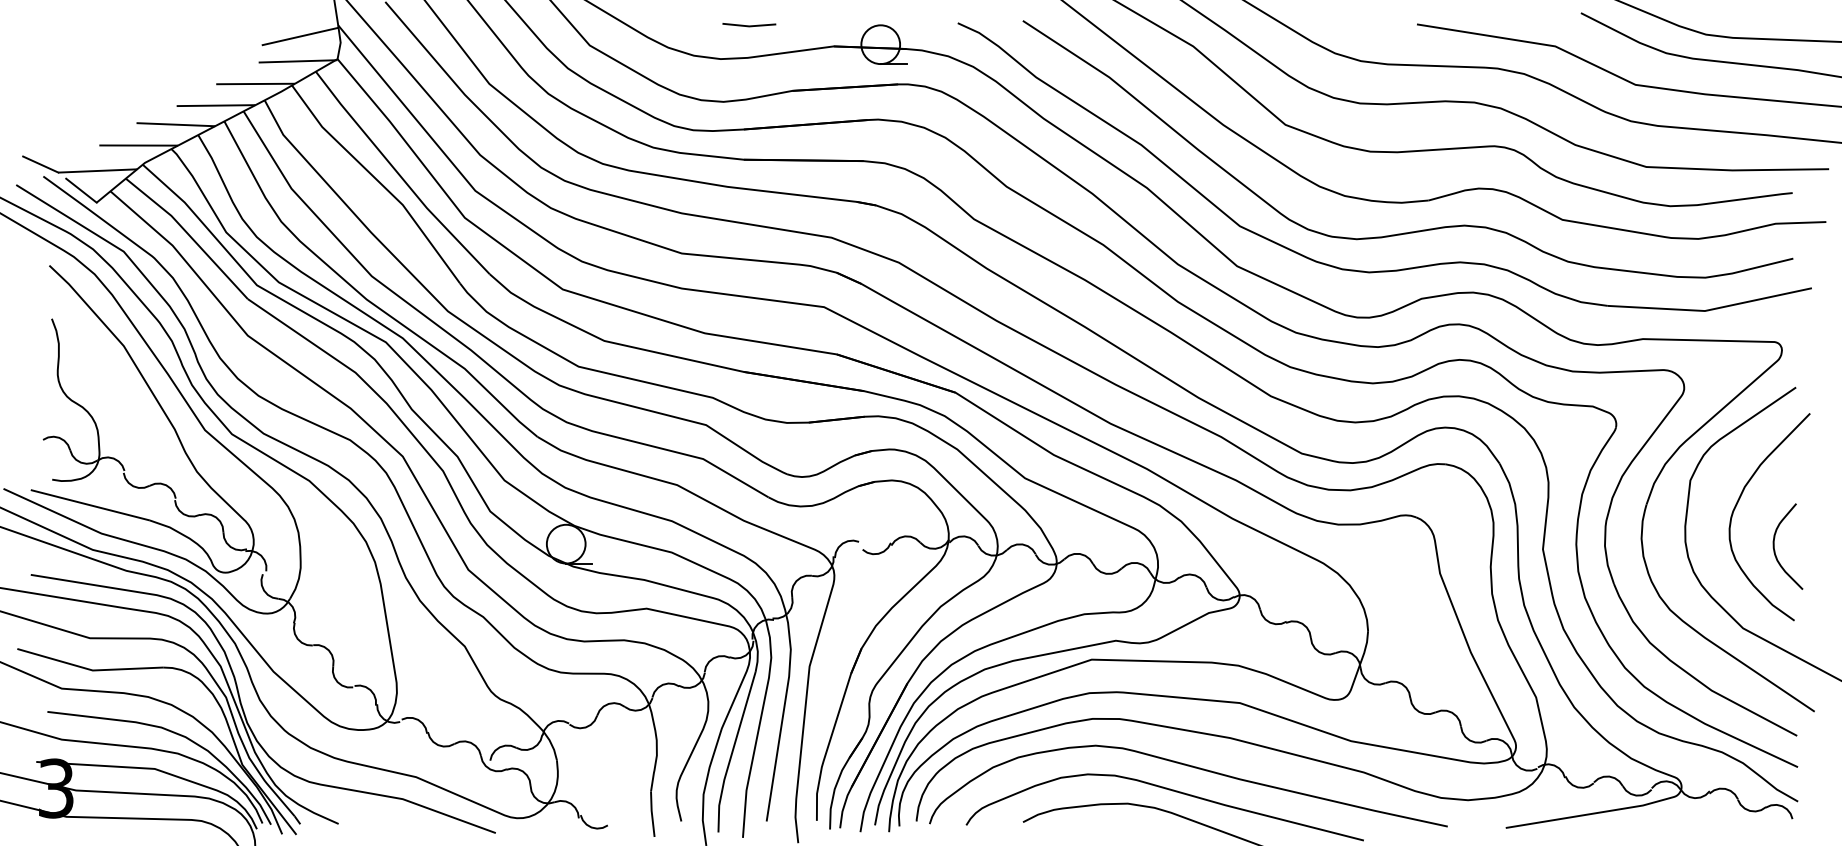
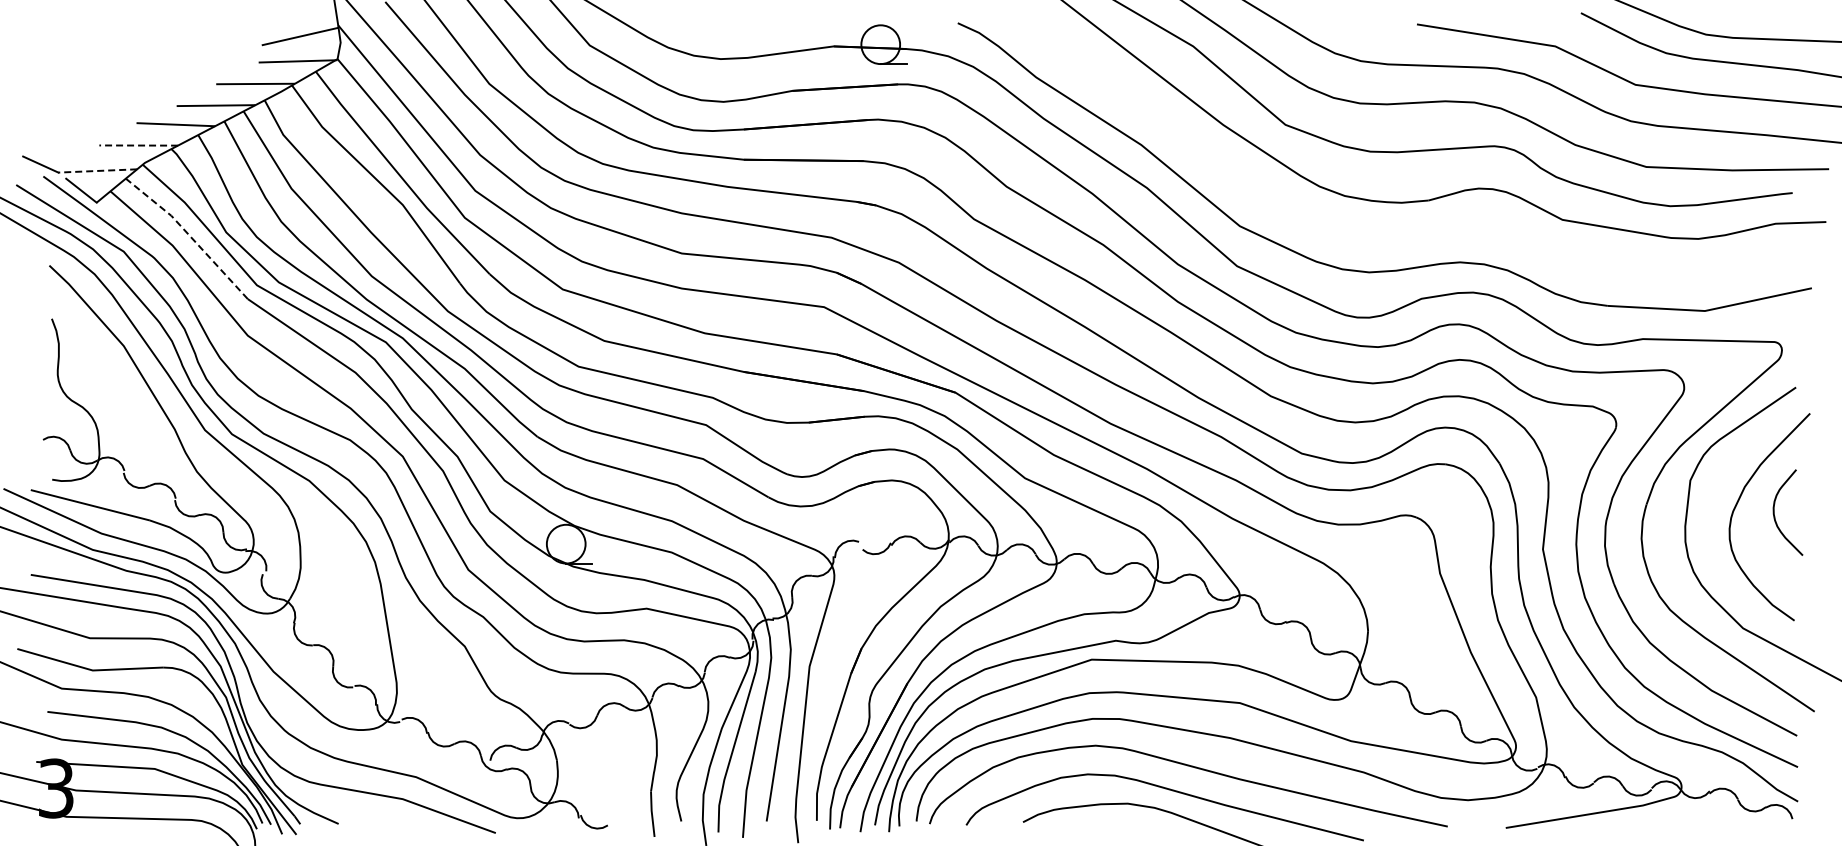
line at (749, 25): present -> none
line at (138, 145): solid -> dashed
line at (97, 170): solid -> dashed
curve at (1422, 229): present -> none
line at (189, 235): solid -> dashed
curve at (1775, 550) position: (1775, 550) -> (1775, 516)
